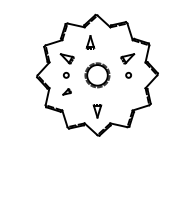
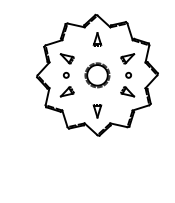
part at (90, 42) position: (90, 42) -> (97, 39)
part at (66, 91) size: 10x8 px -> 16x12 px
part at (127, 91): none -> present
